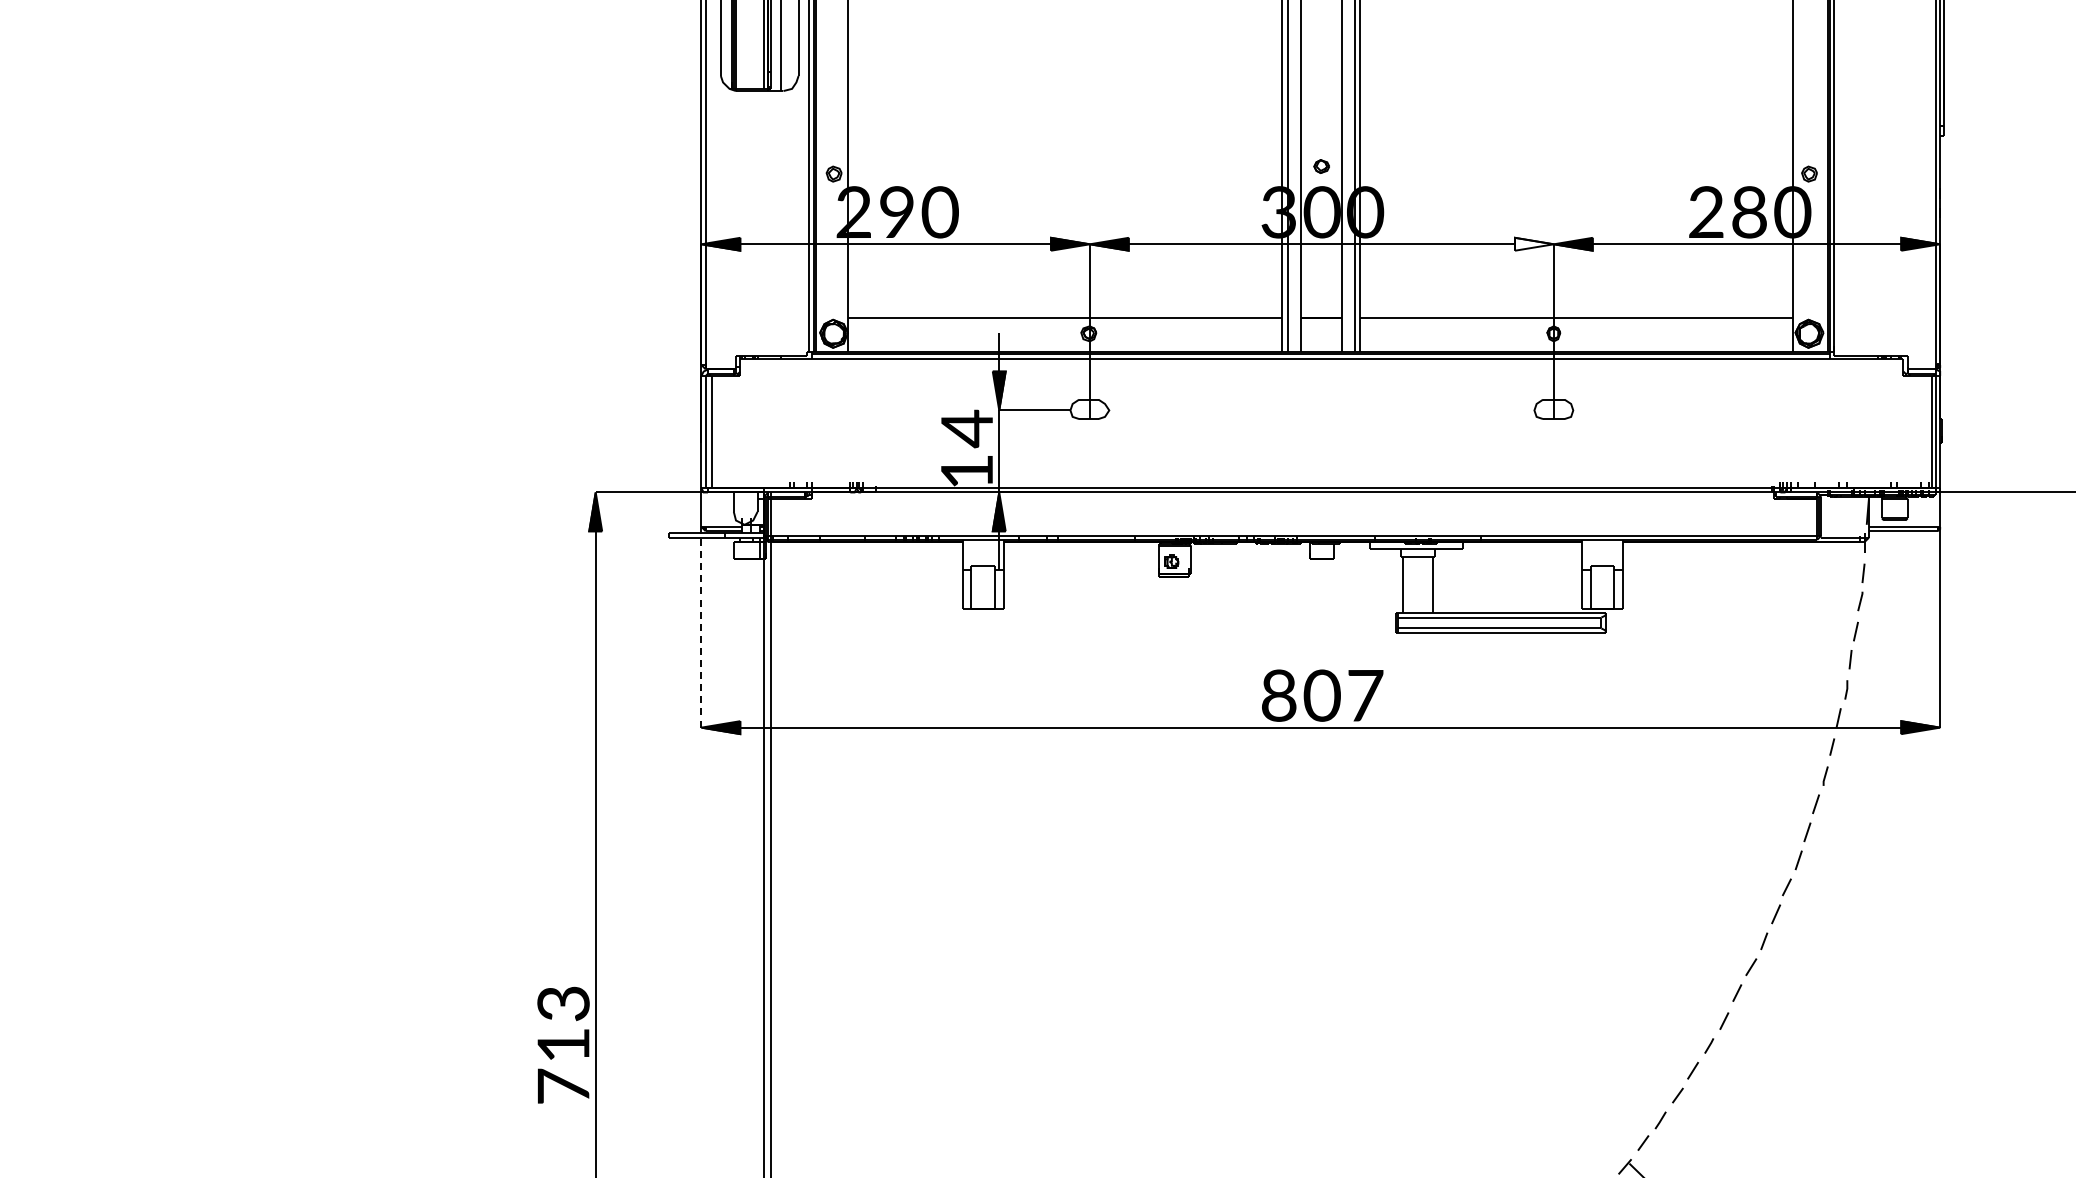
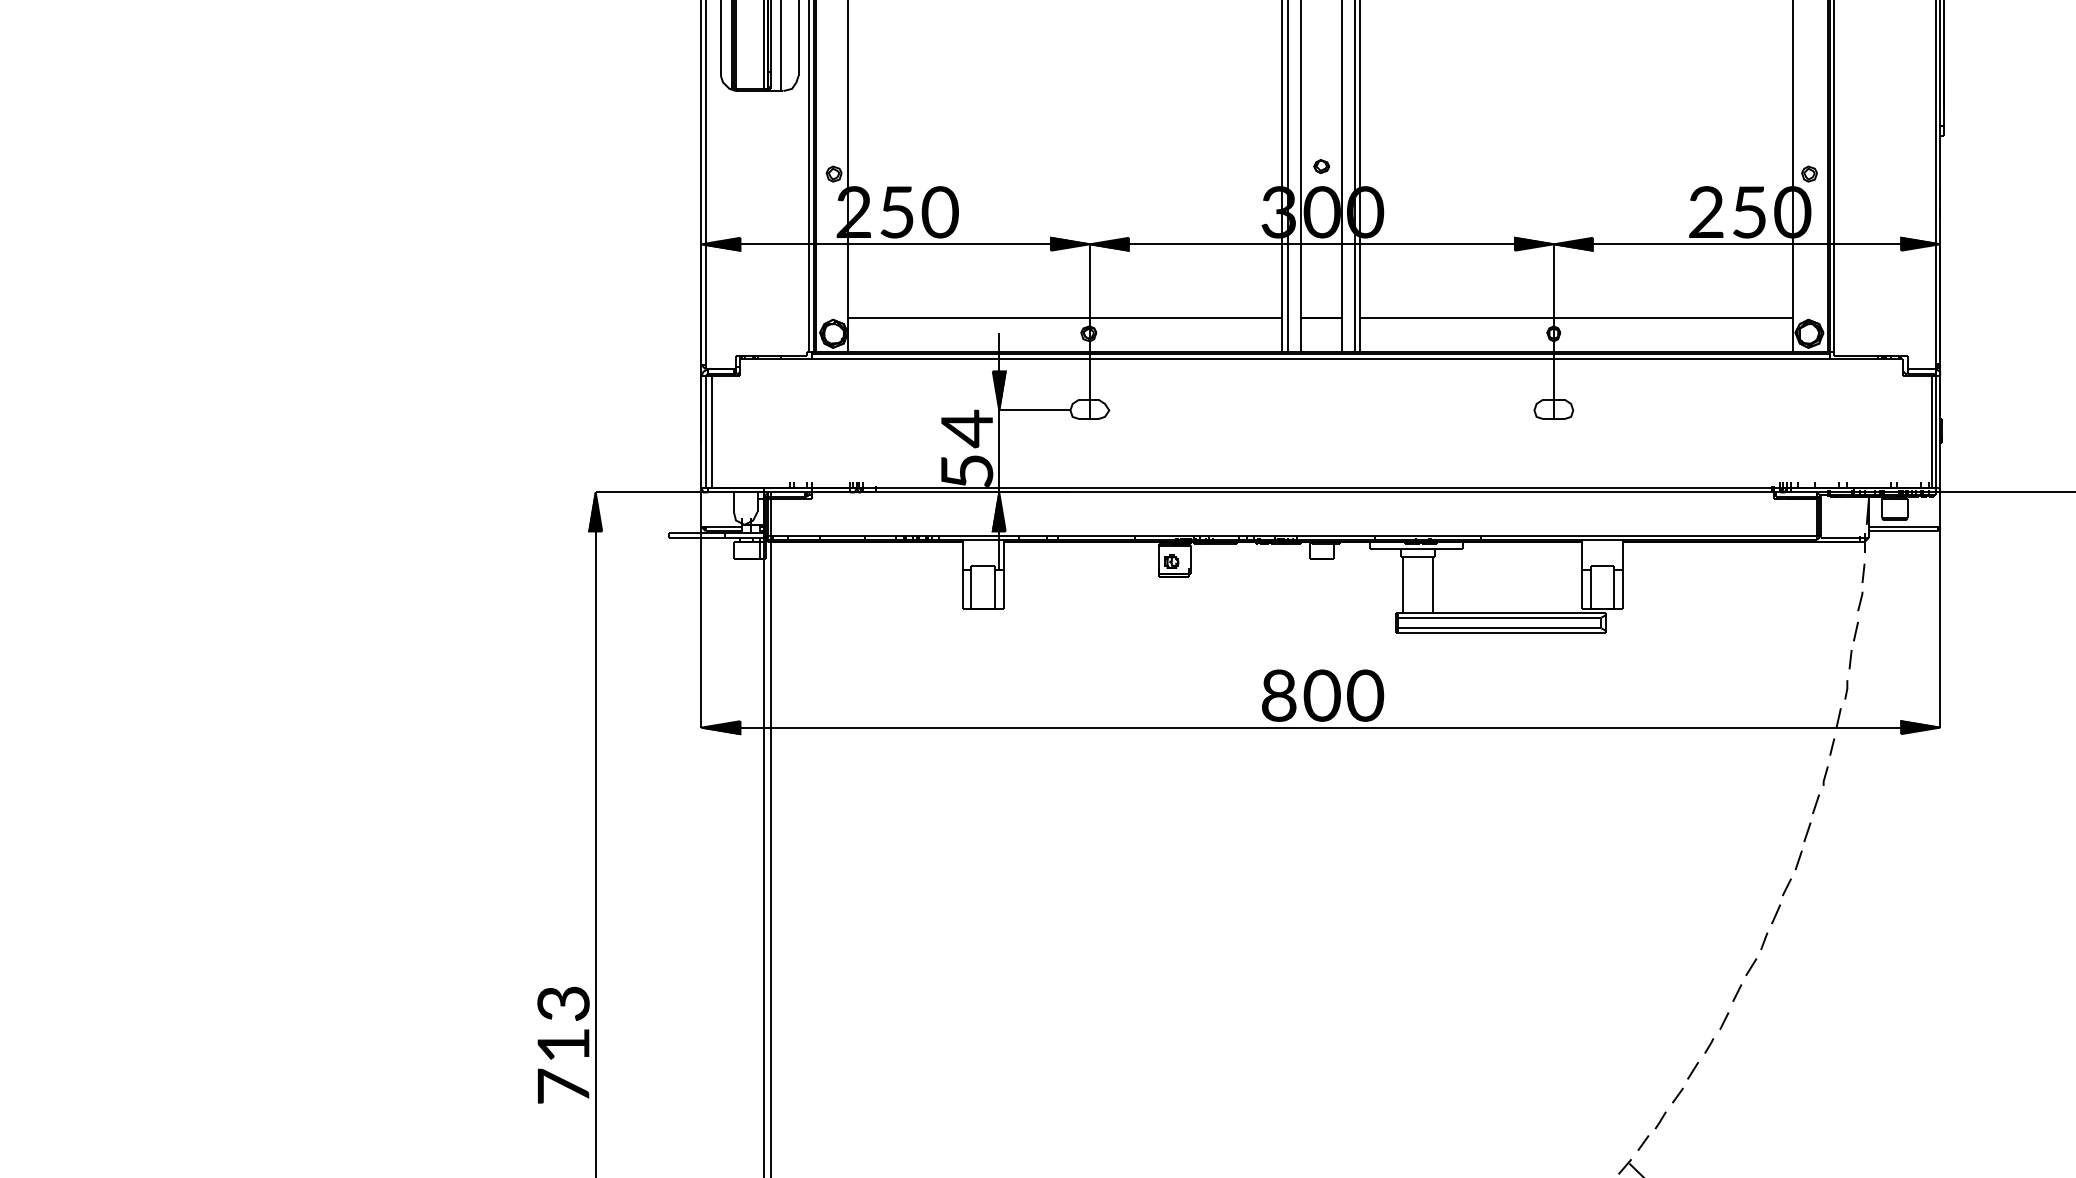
text at (896, 212): 9 -> 5
text at (1749, 212): 8 -> 5
fill at (1534, 243): none -> present
text at (967, 470): 1 -> 5
line at (701, 627): dashed -> solid
text at (1365, 695): 7 -> 0
